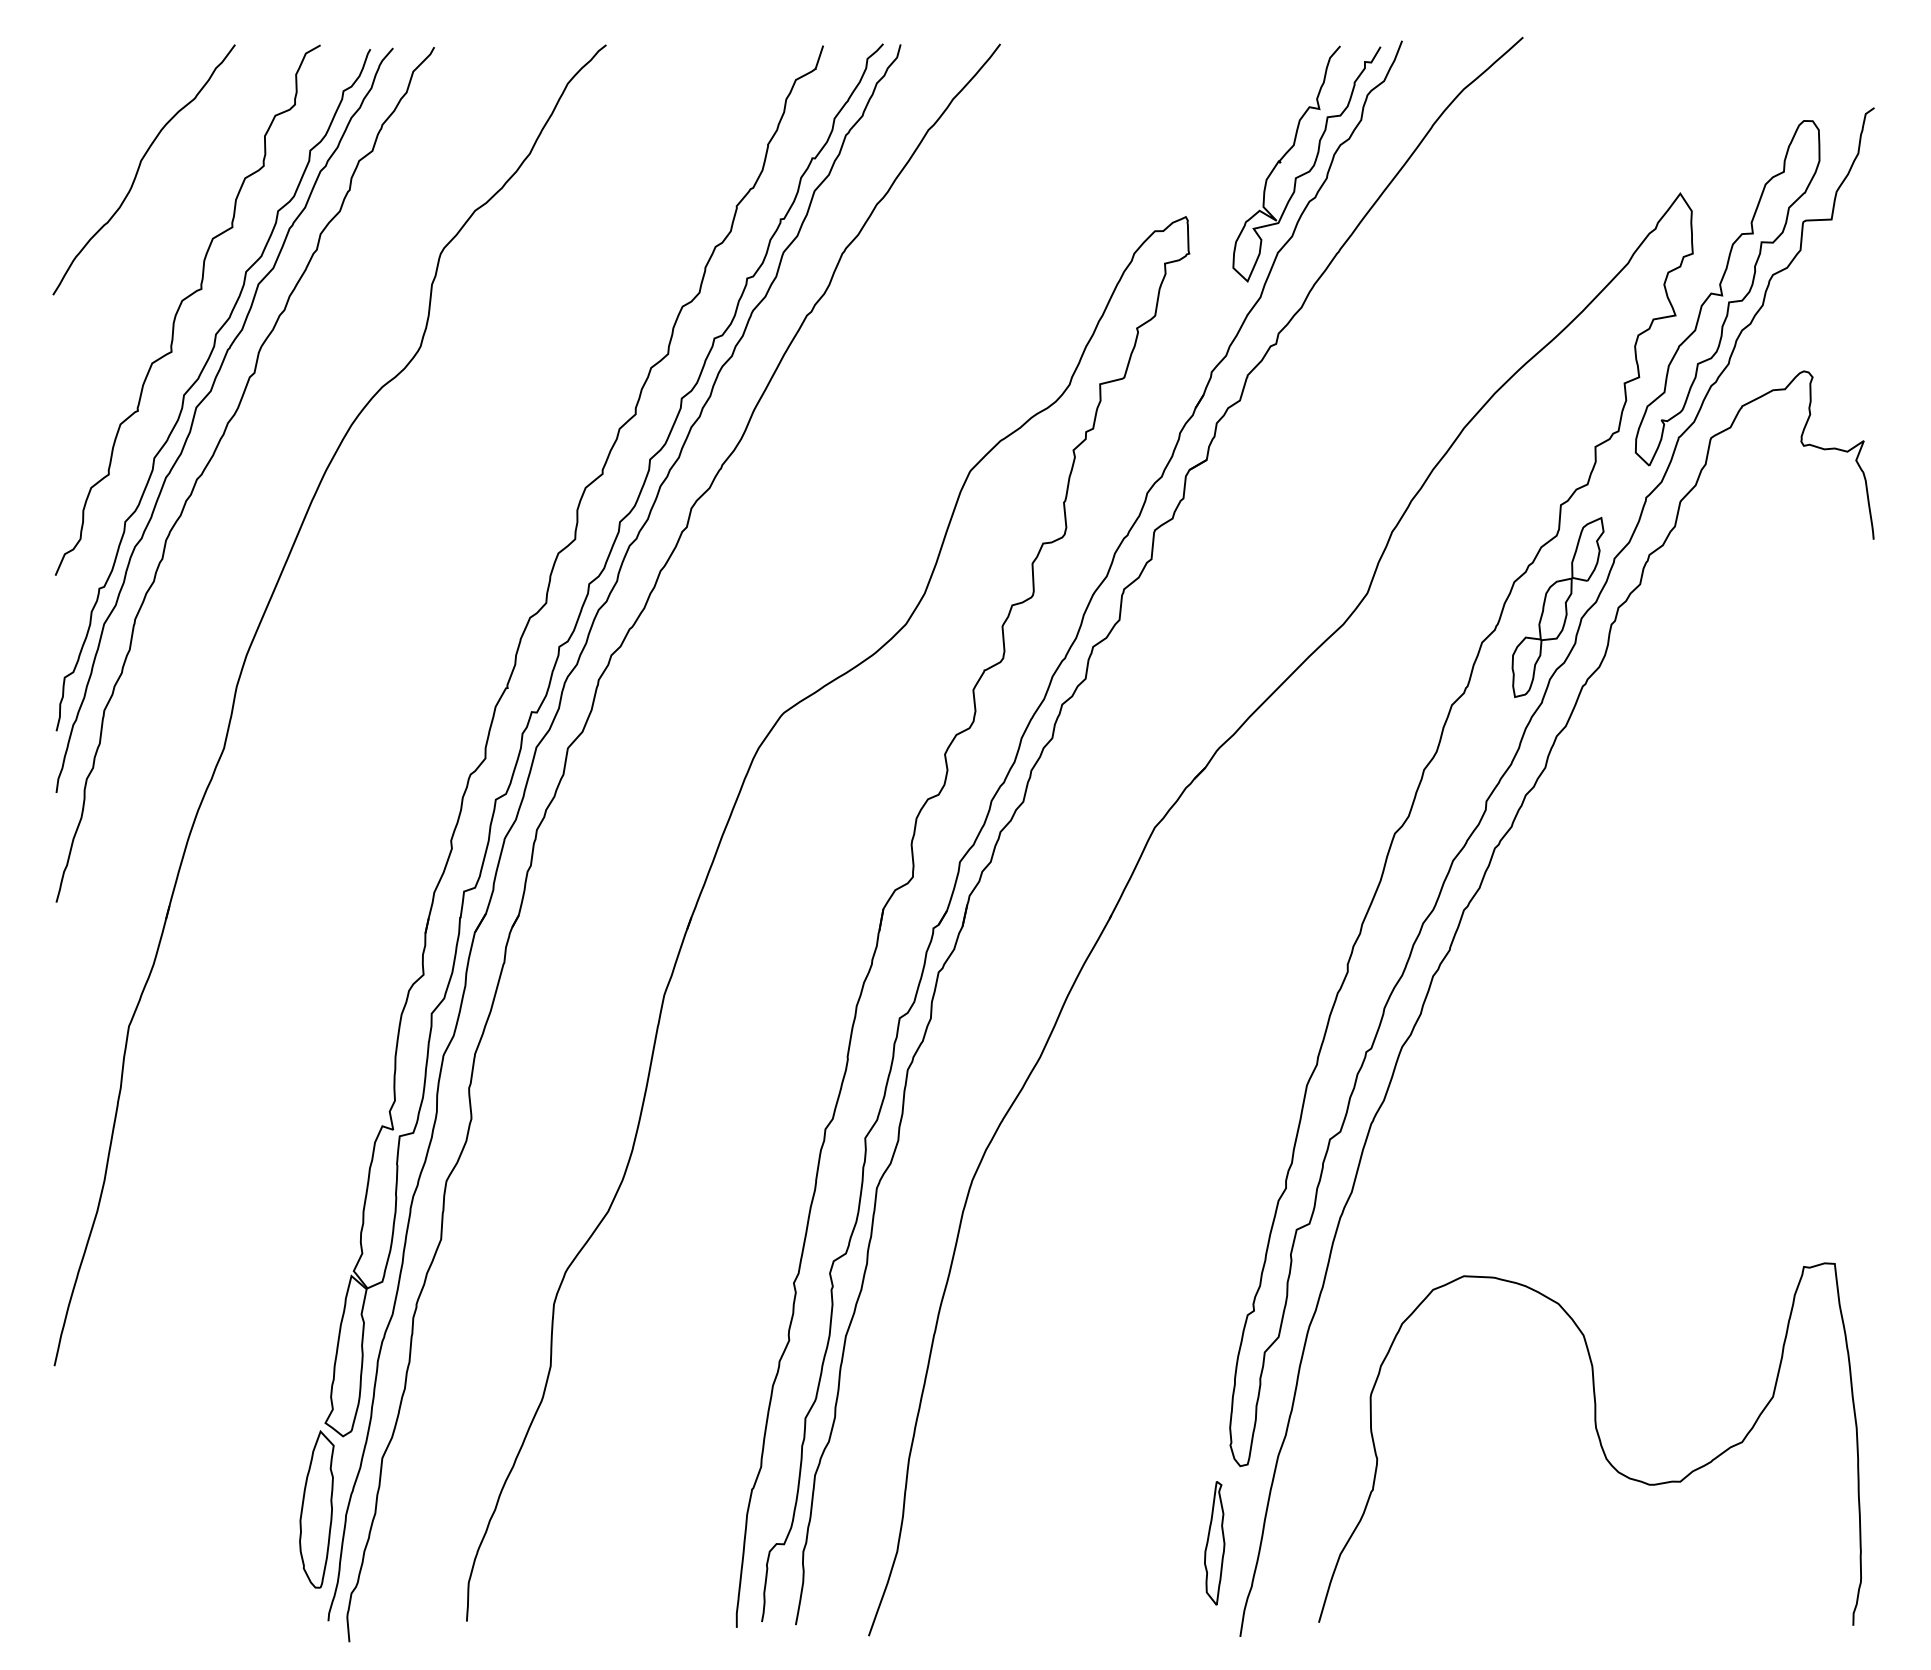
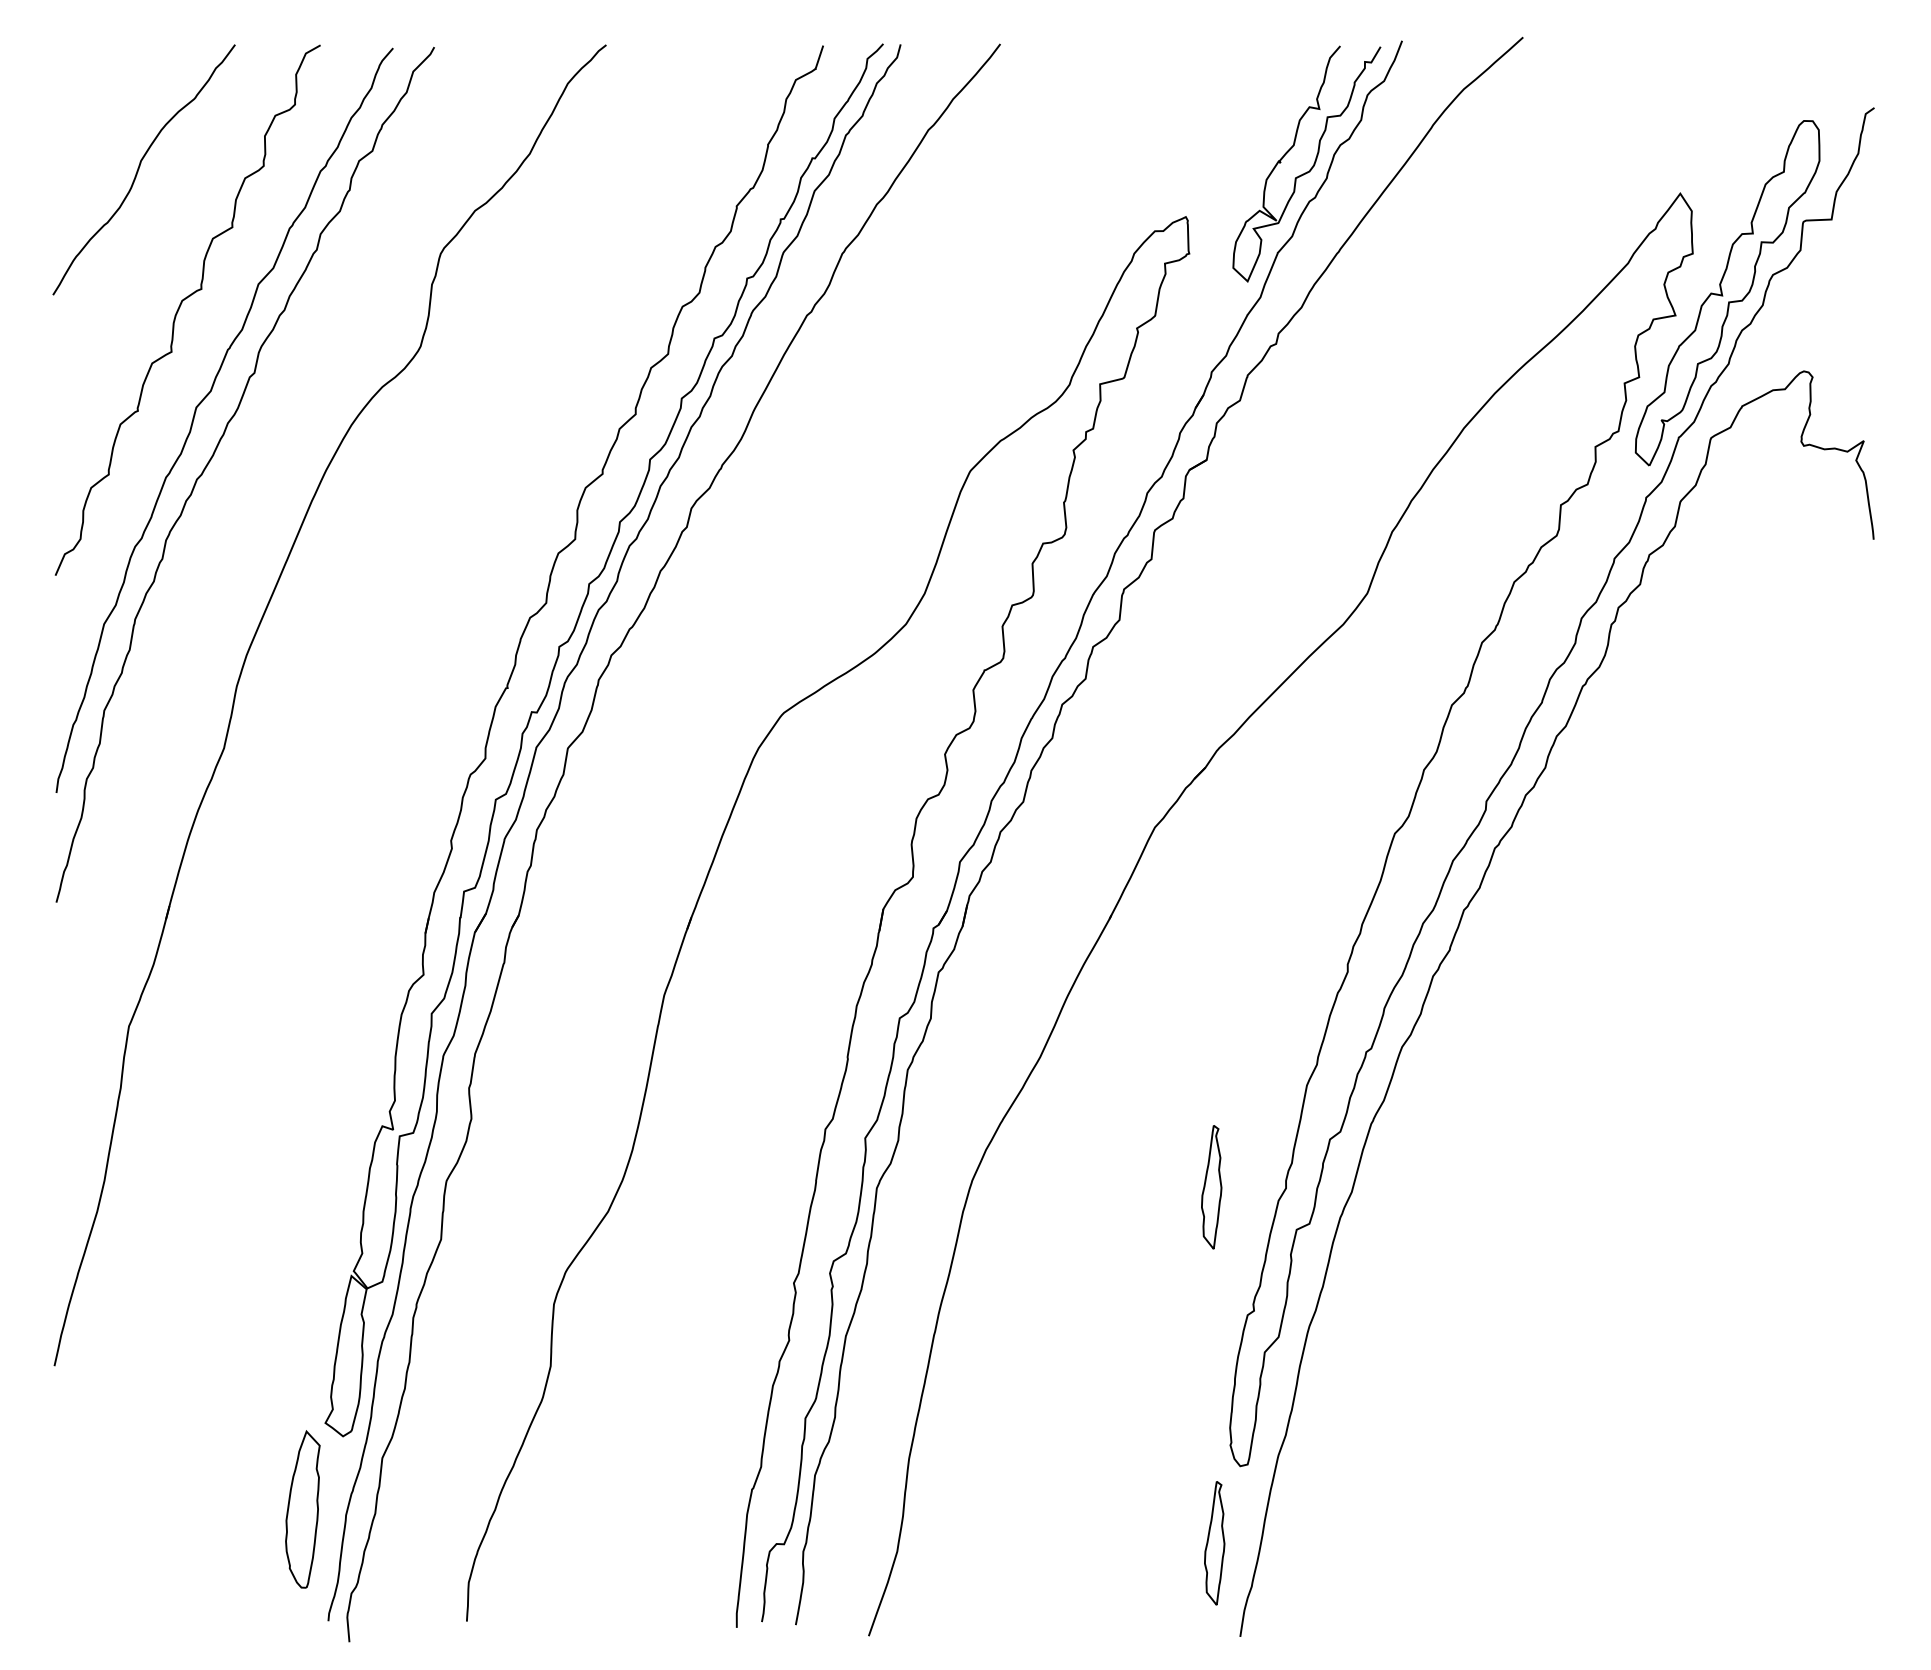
curve at (197, 381): present -> none
part at (1557, 607): present -> none
part at (1211, 1187): none -> present
curve at (1598, 1439): present -> none
part at (316, 1509) position: (316, 1509) -> (302, 1509)
